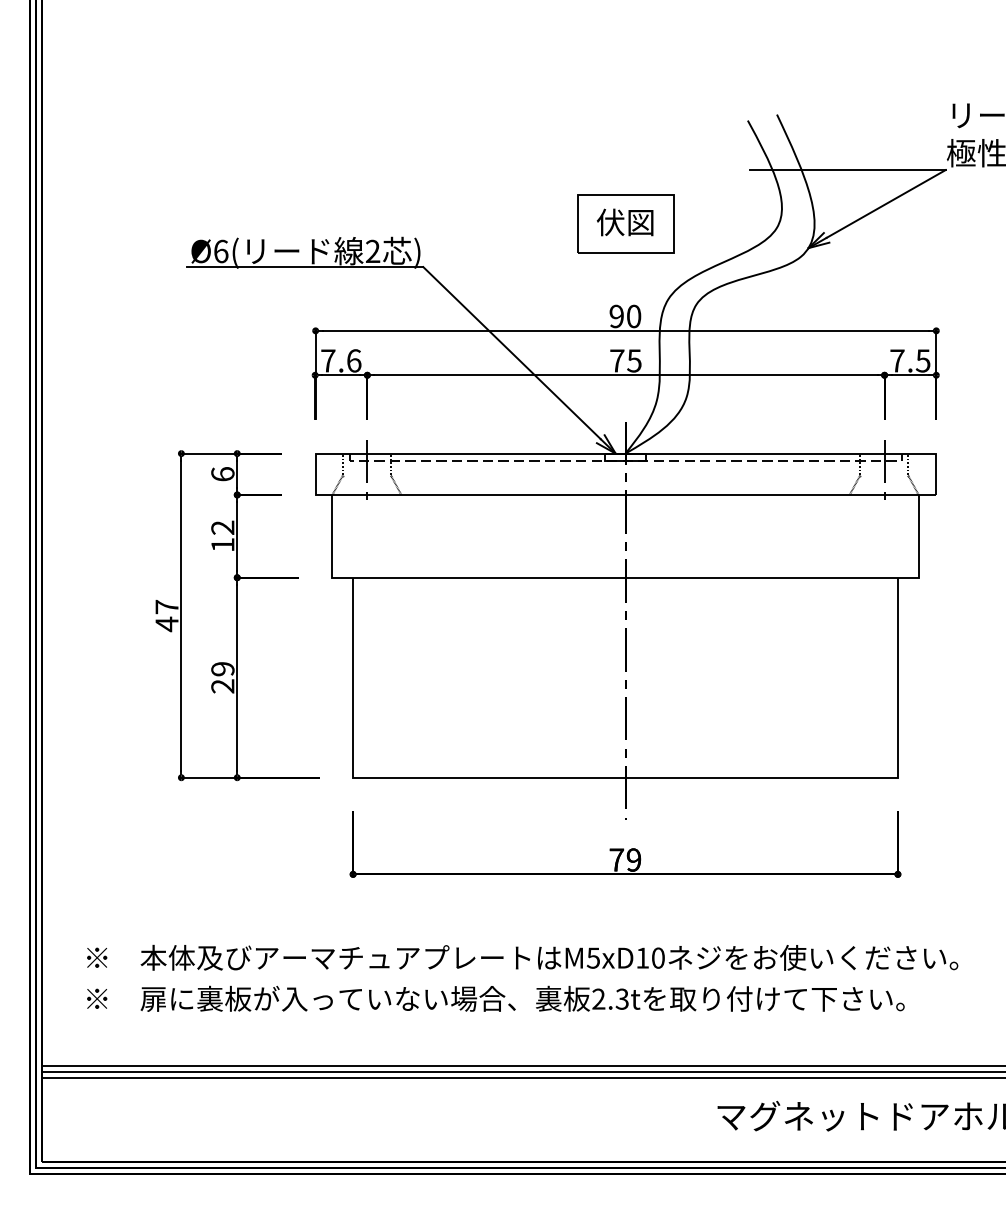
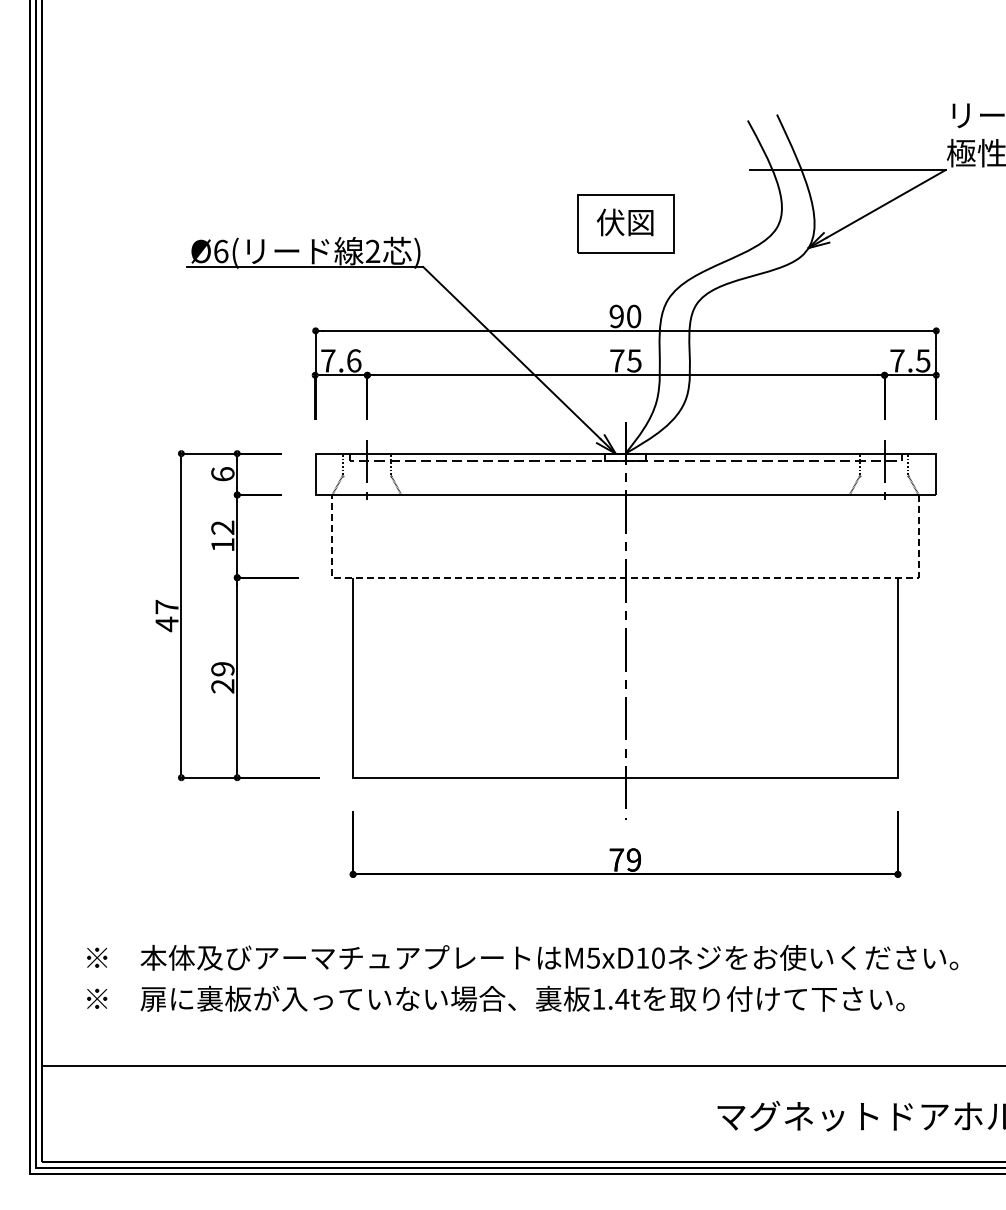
line at (625, 577): solid -> dashed
text at (610, 998): 2.3t -> 1.4t
line at (521, 1071): present -> none
line at (521, 1077): present -> none
